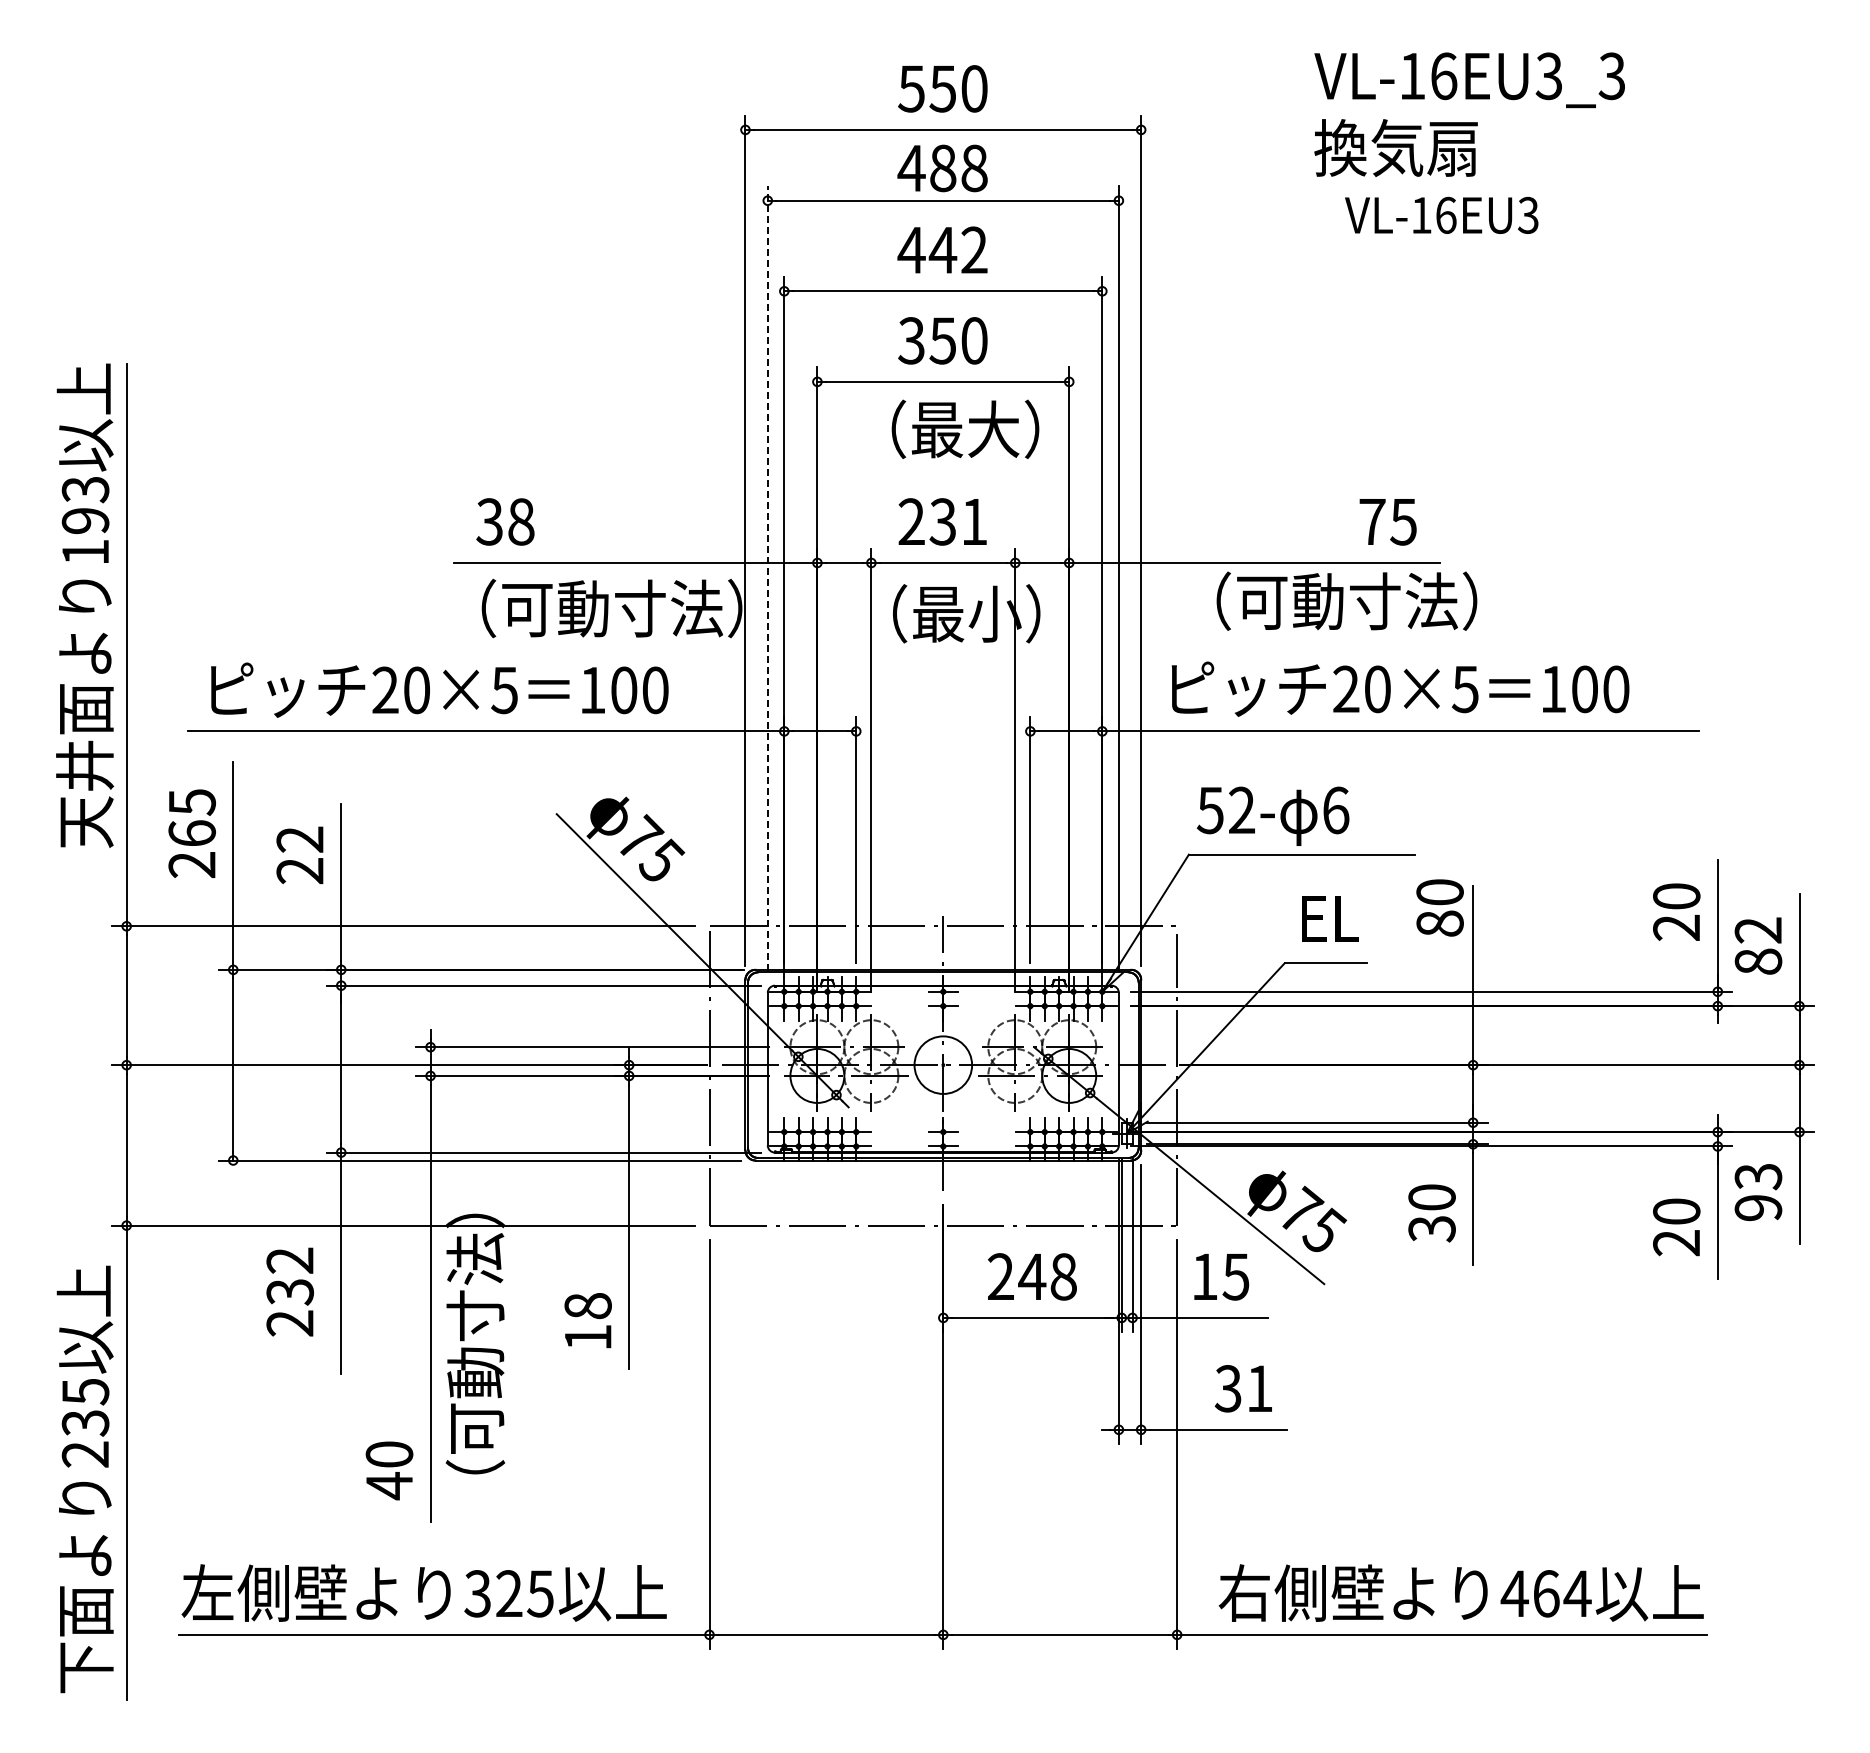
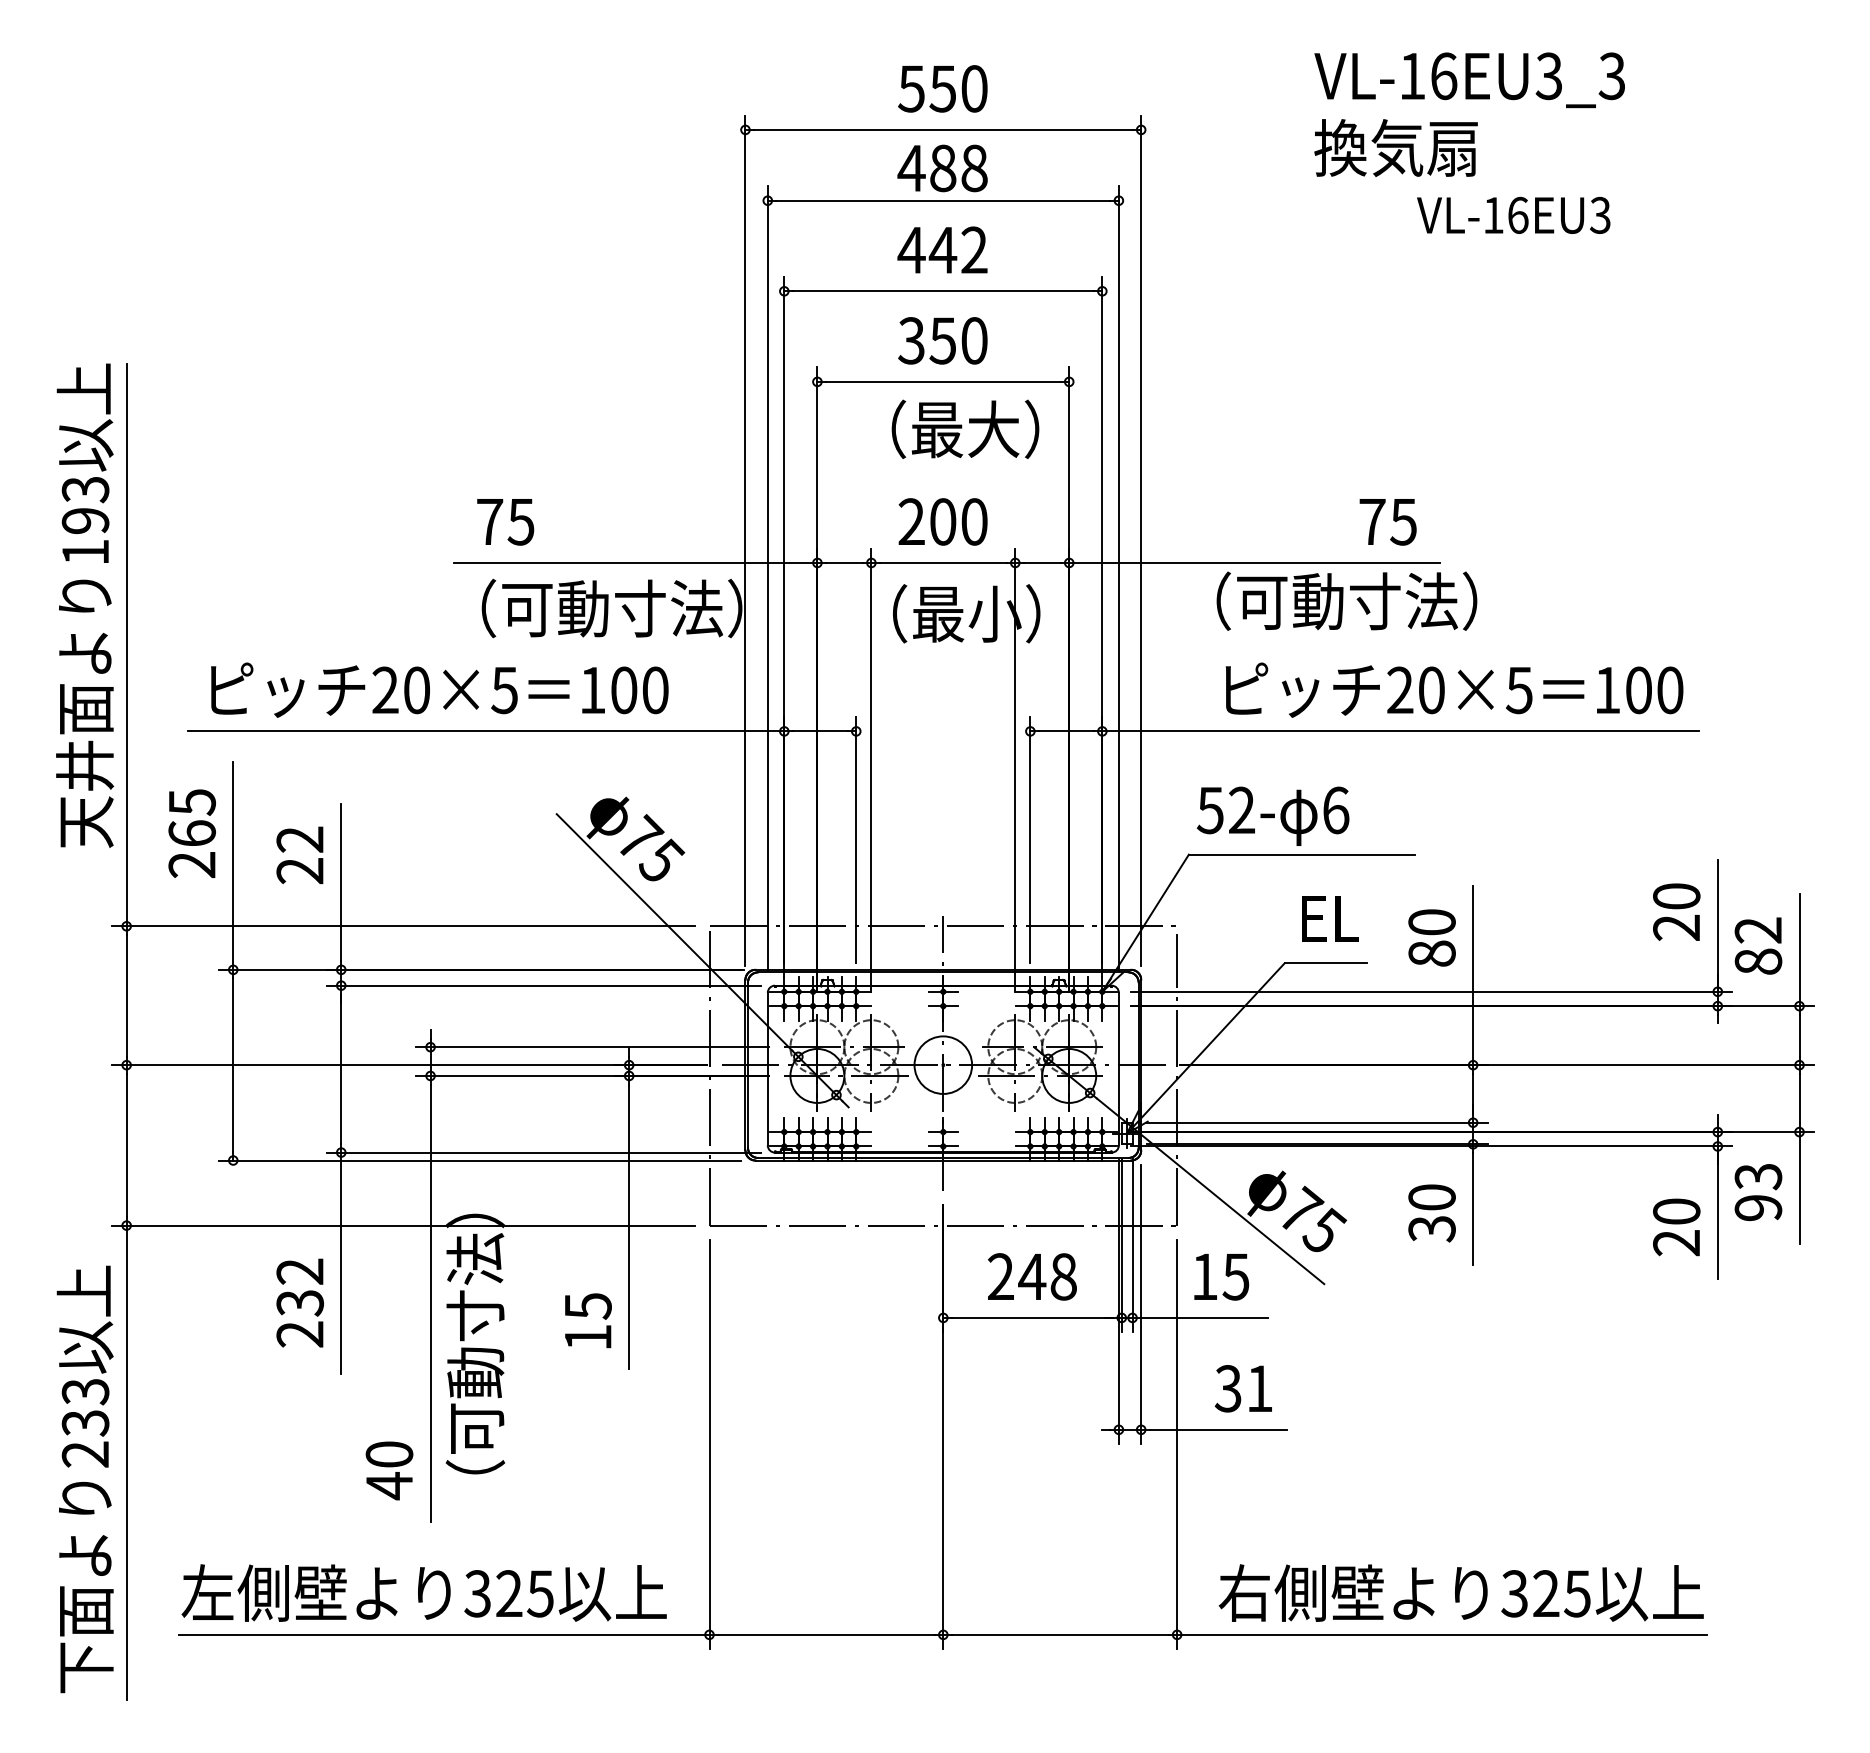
text at (1441, 214) position: (1441, 214) -> (1513, 214)
text at (505, 521): 38 -> 75
text at (958, 521): 231 -> 200
line at (767, 577): dashed -> solid
text at (1400, 688) position: (1400, 688) -> (1454, 689)
text at (1439, 907) position: (1439, 907) -> (1431, 937)
text at (289, 1291) position: (289, 1291) -> (299, 1302)
text at (587, 1306): 18 -> 15
text at (84, 1392): 235 -> 233
text at (1545, 1593): 464 -> 325
